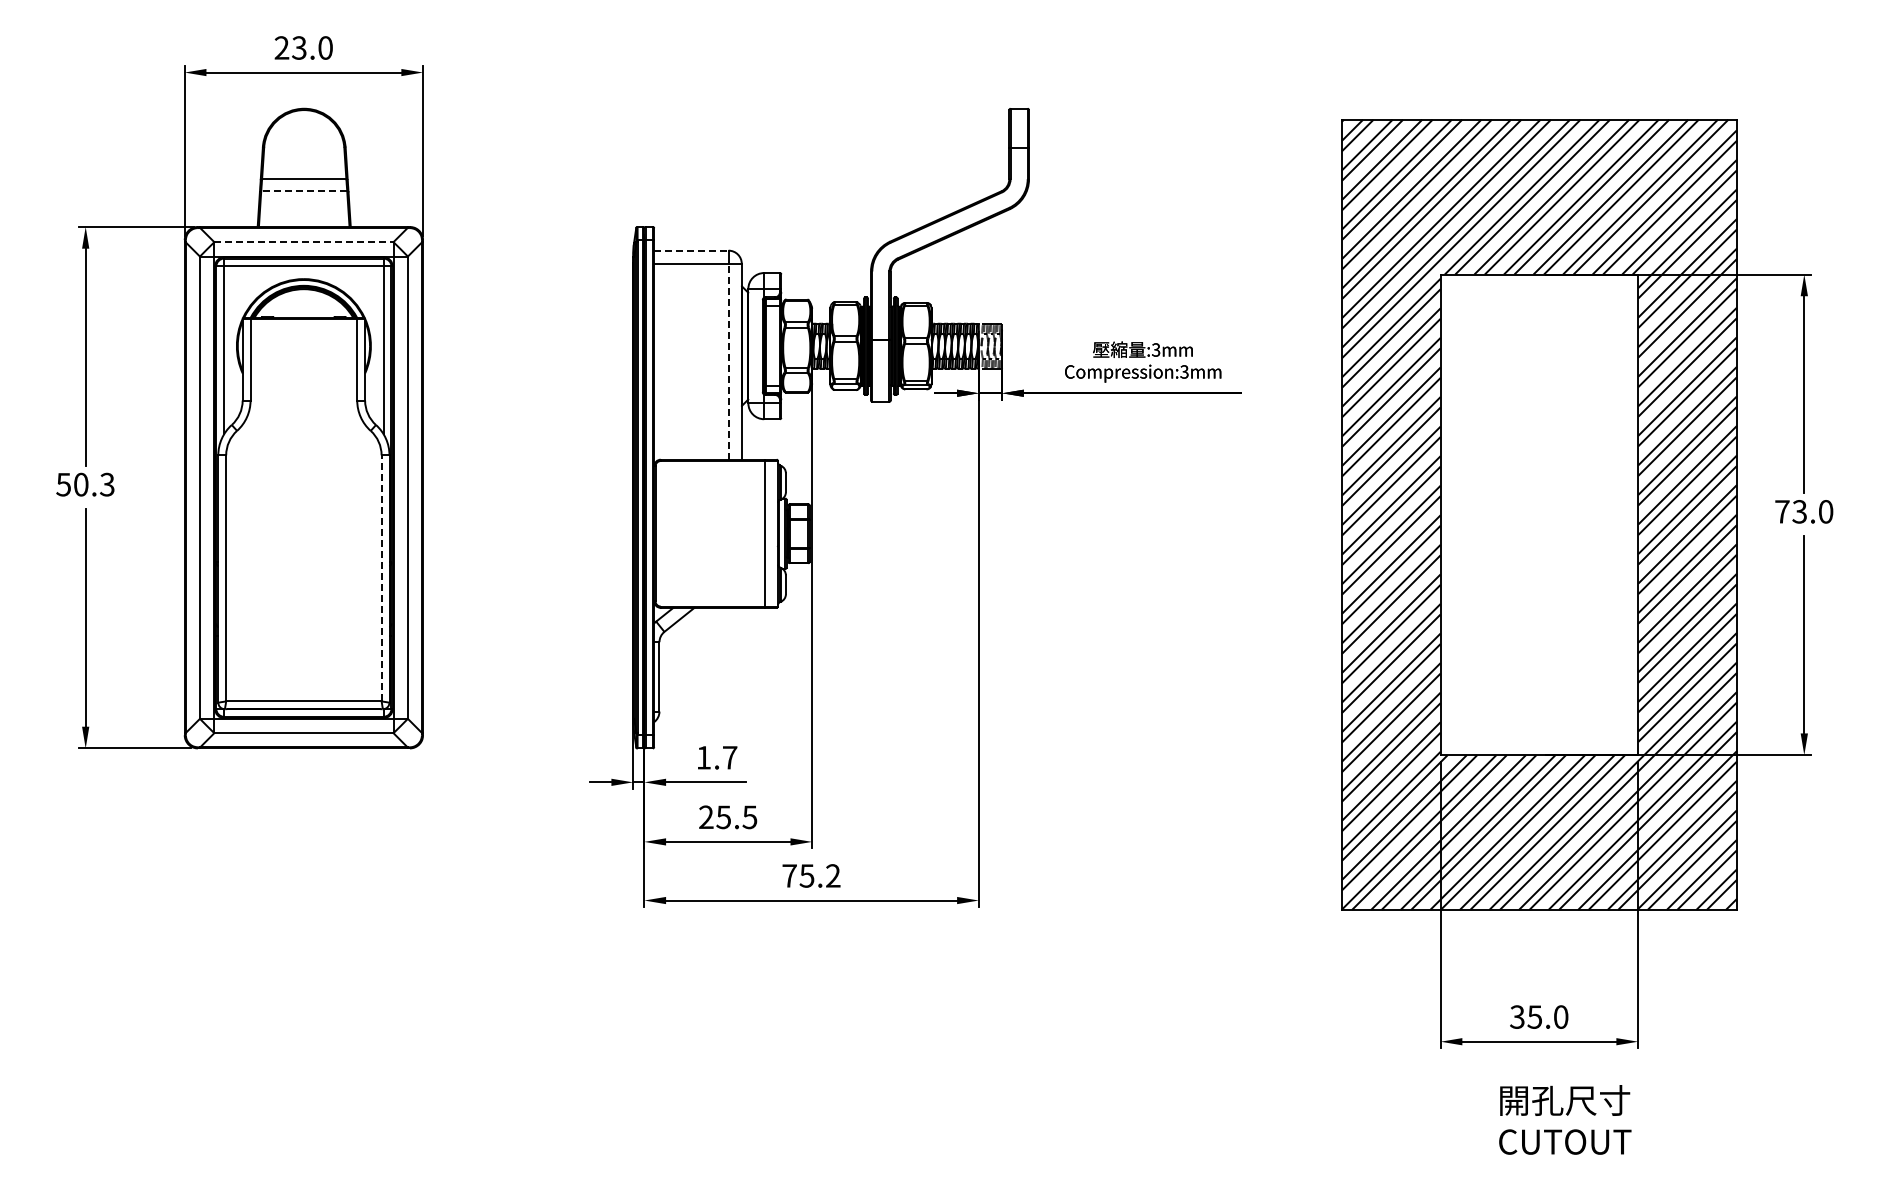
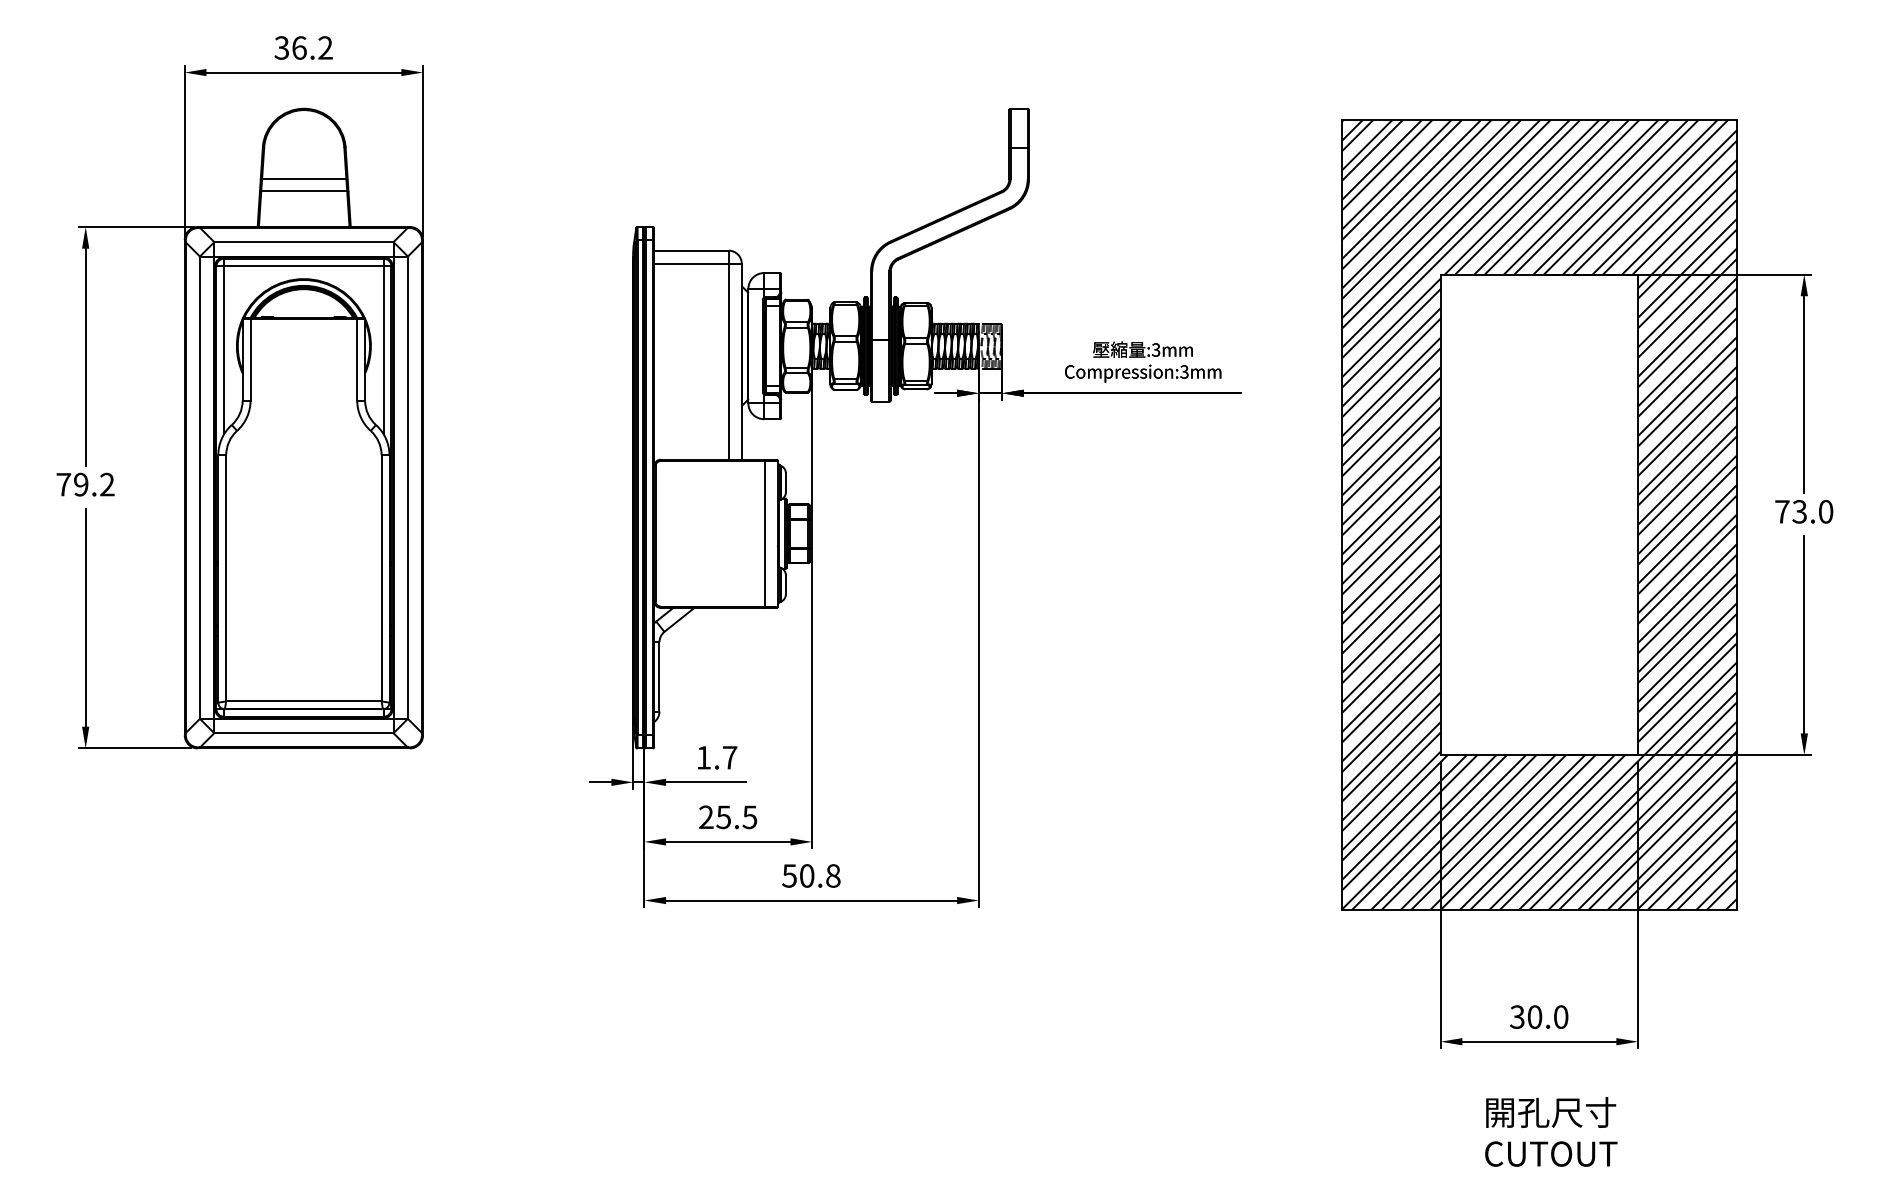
text at (303, 47): 23.0 -> 36.2
line at (304, 191): dashed -> solid
line at (303, 242): dashed -> solid
line at (691, 250): dashed -> solid
line at (728, 361): dashed -> solid
text at (85, 484): 50.3 -> 79.2
line at (381, 577): dashed -> solid
text at (811, 875): 75.2 -> 50.8
text at (1534, 1016): 35.0 -> 30.0
text at (1565, 1119) position: (1565, 1119) -> (1551, 1131)
